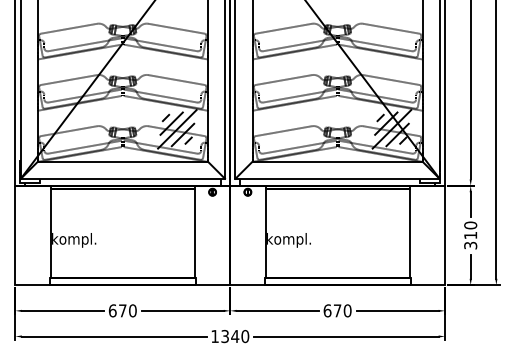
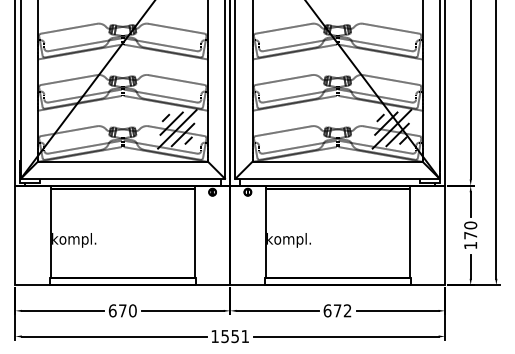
text at (470, 240): 310 -> 170
text at (347, 310): 670 -> 672
text at (235, 336): 1340 -> 1551
